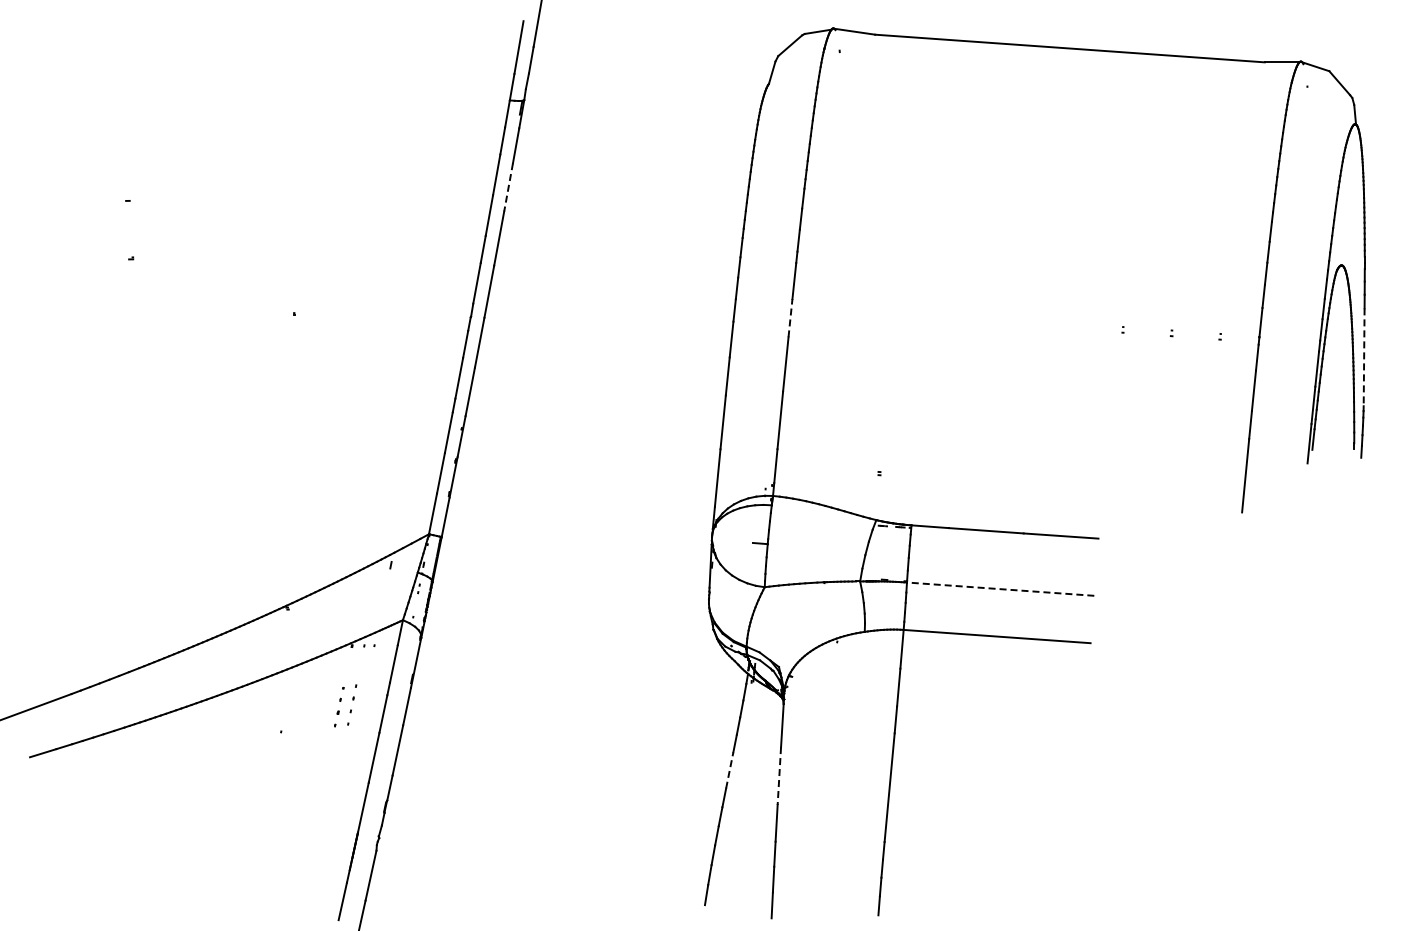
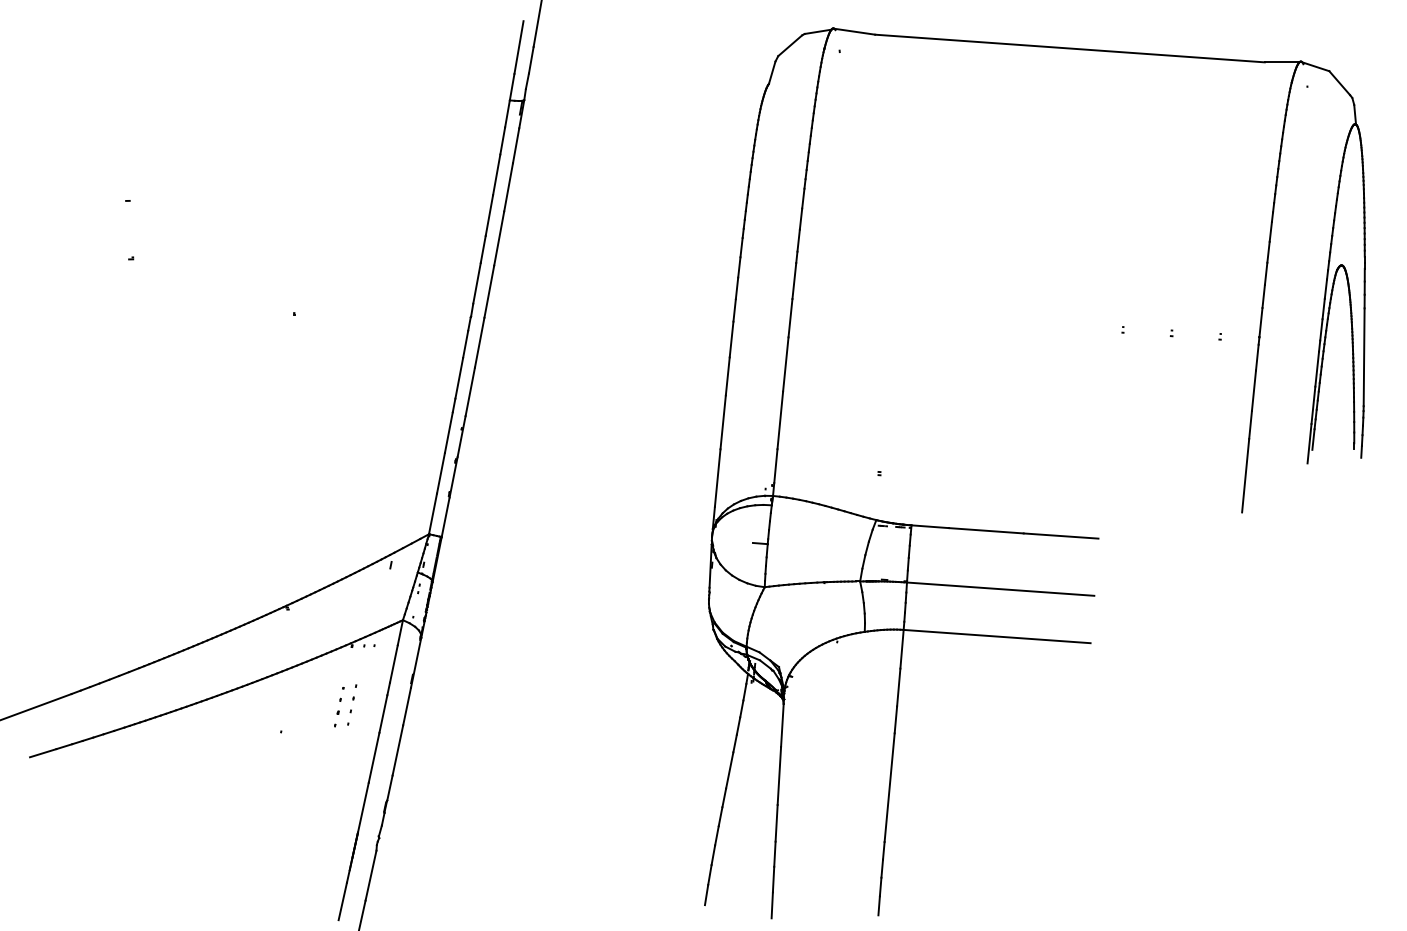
line at (508, 187): dashed -> solid
line at (790, 317): dashed -> solid
line at (1364, 357): dashed -> solid
line at (1000, 589): dashed -> solid
line at (729, 770): dashed -> solid
line at (779, 776): dashed -> solid
